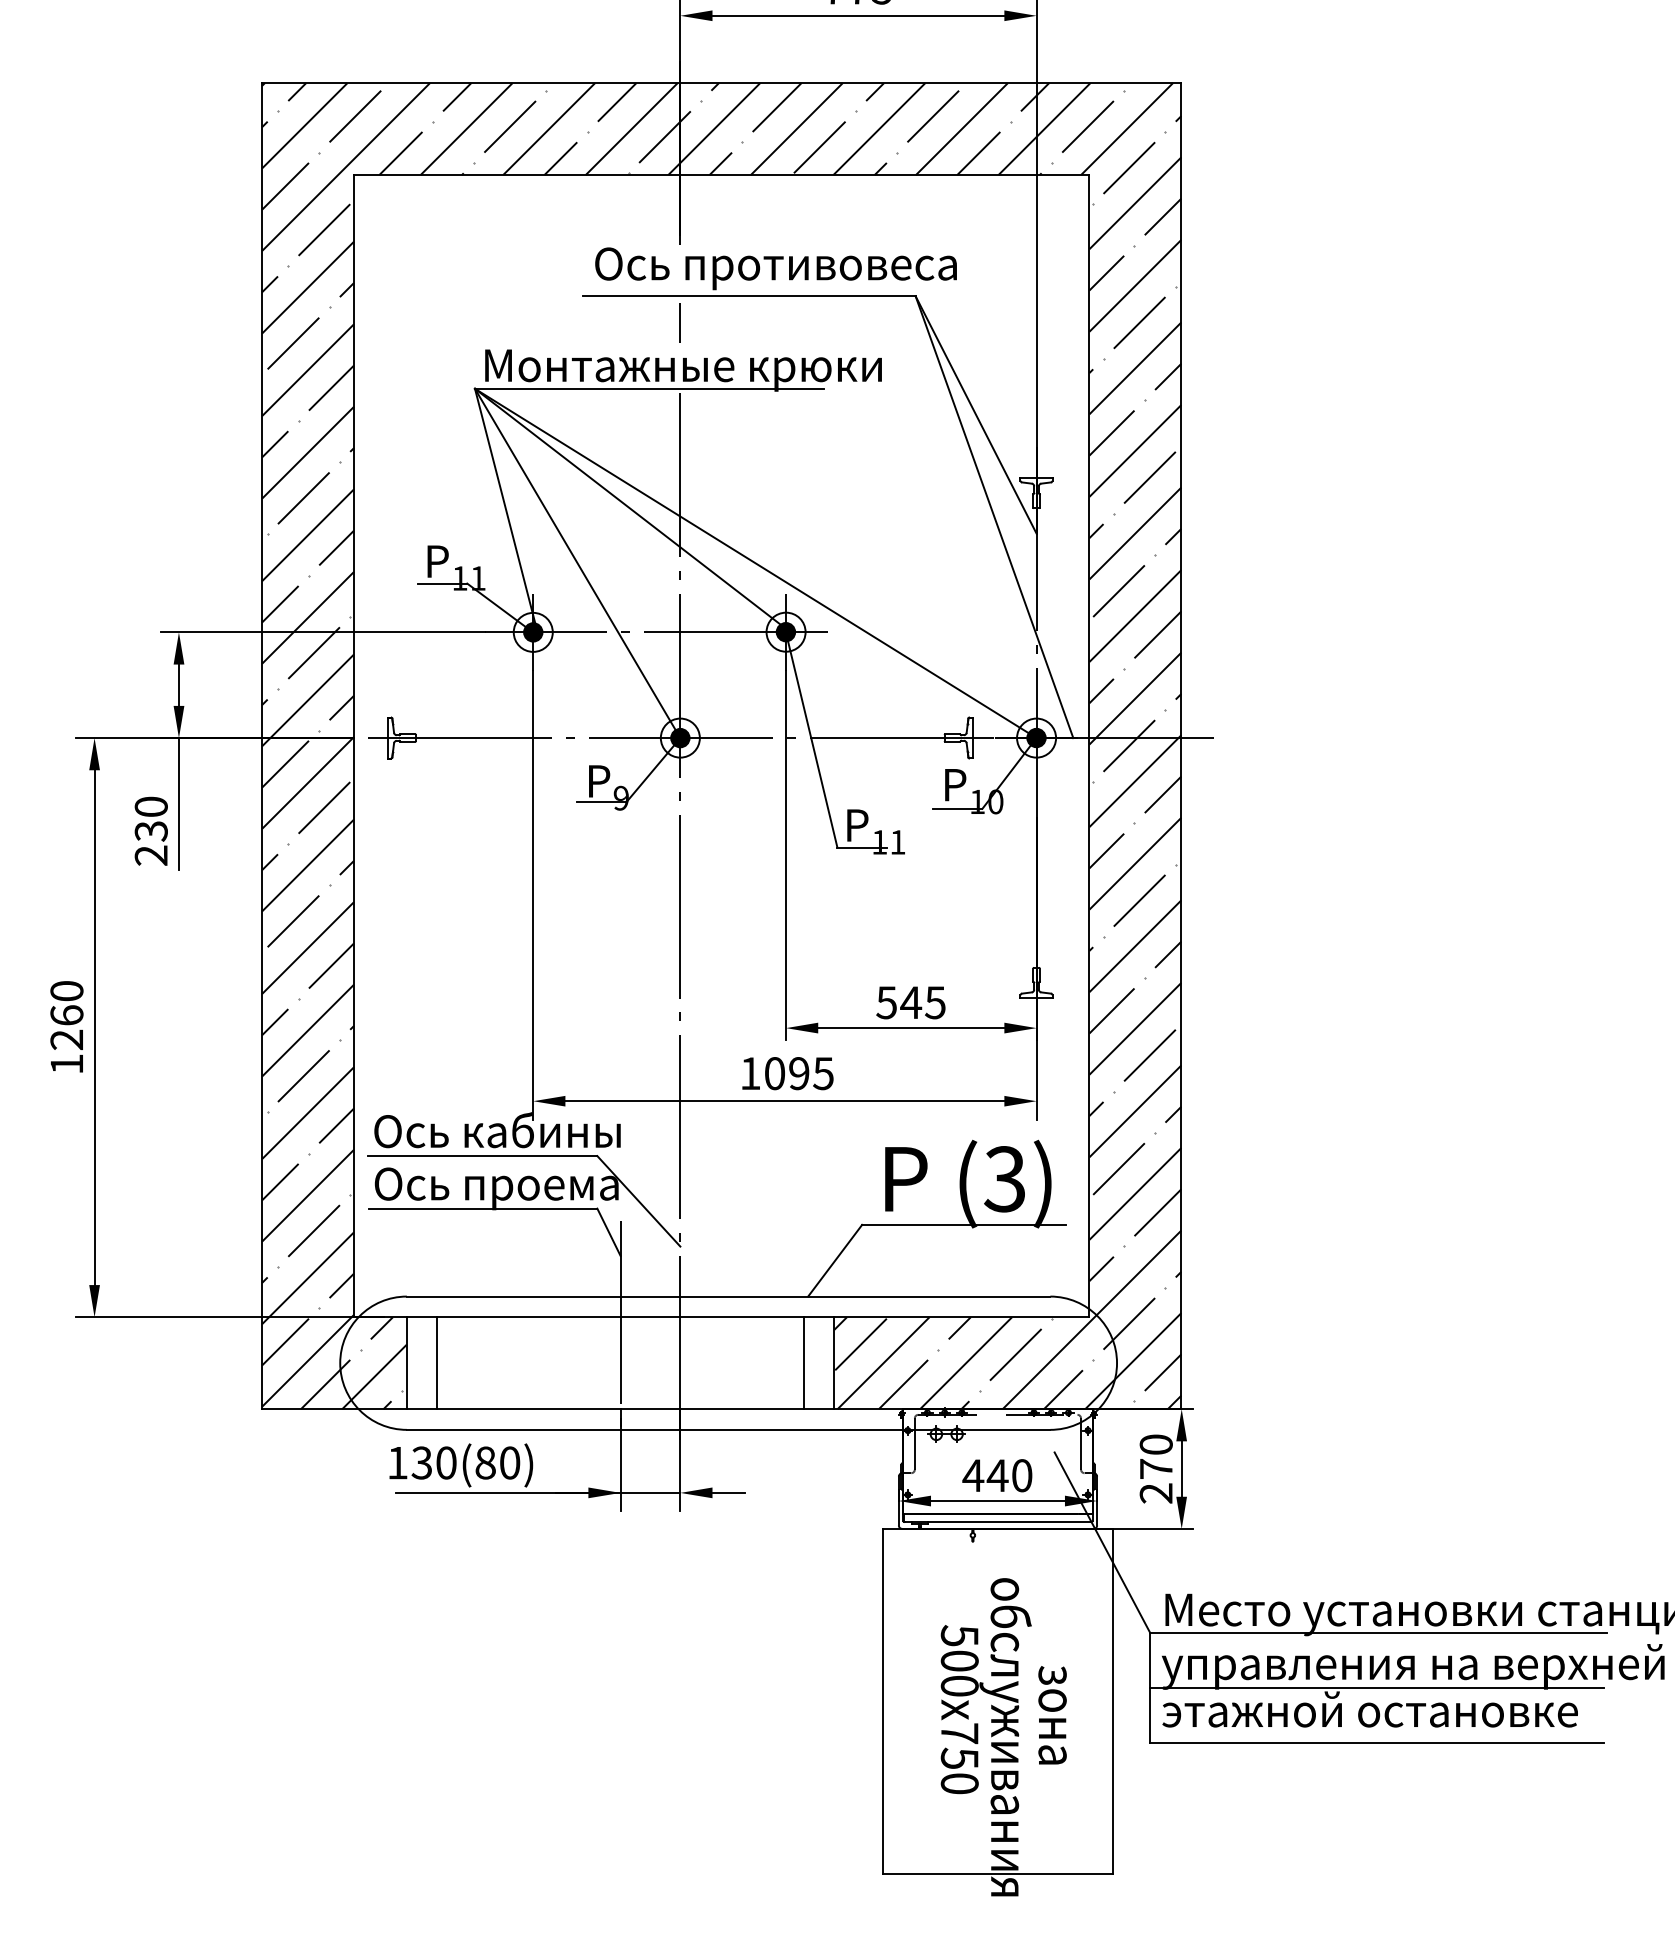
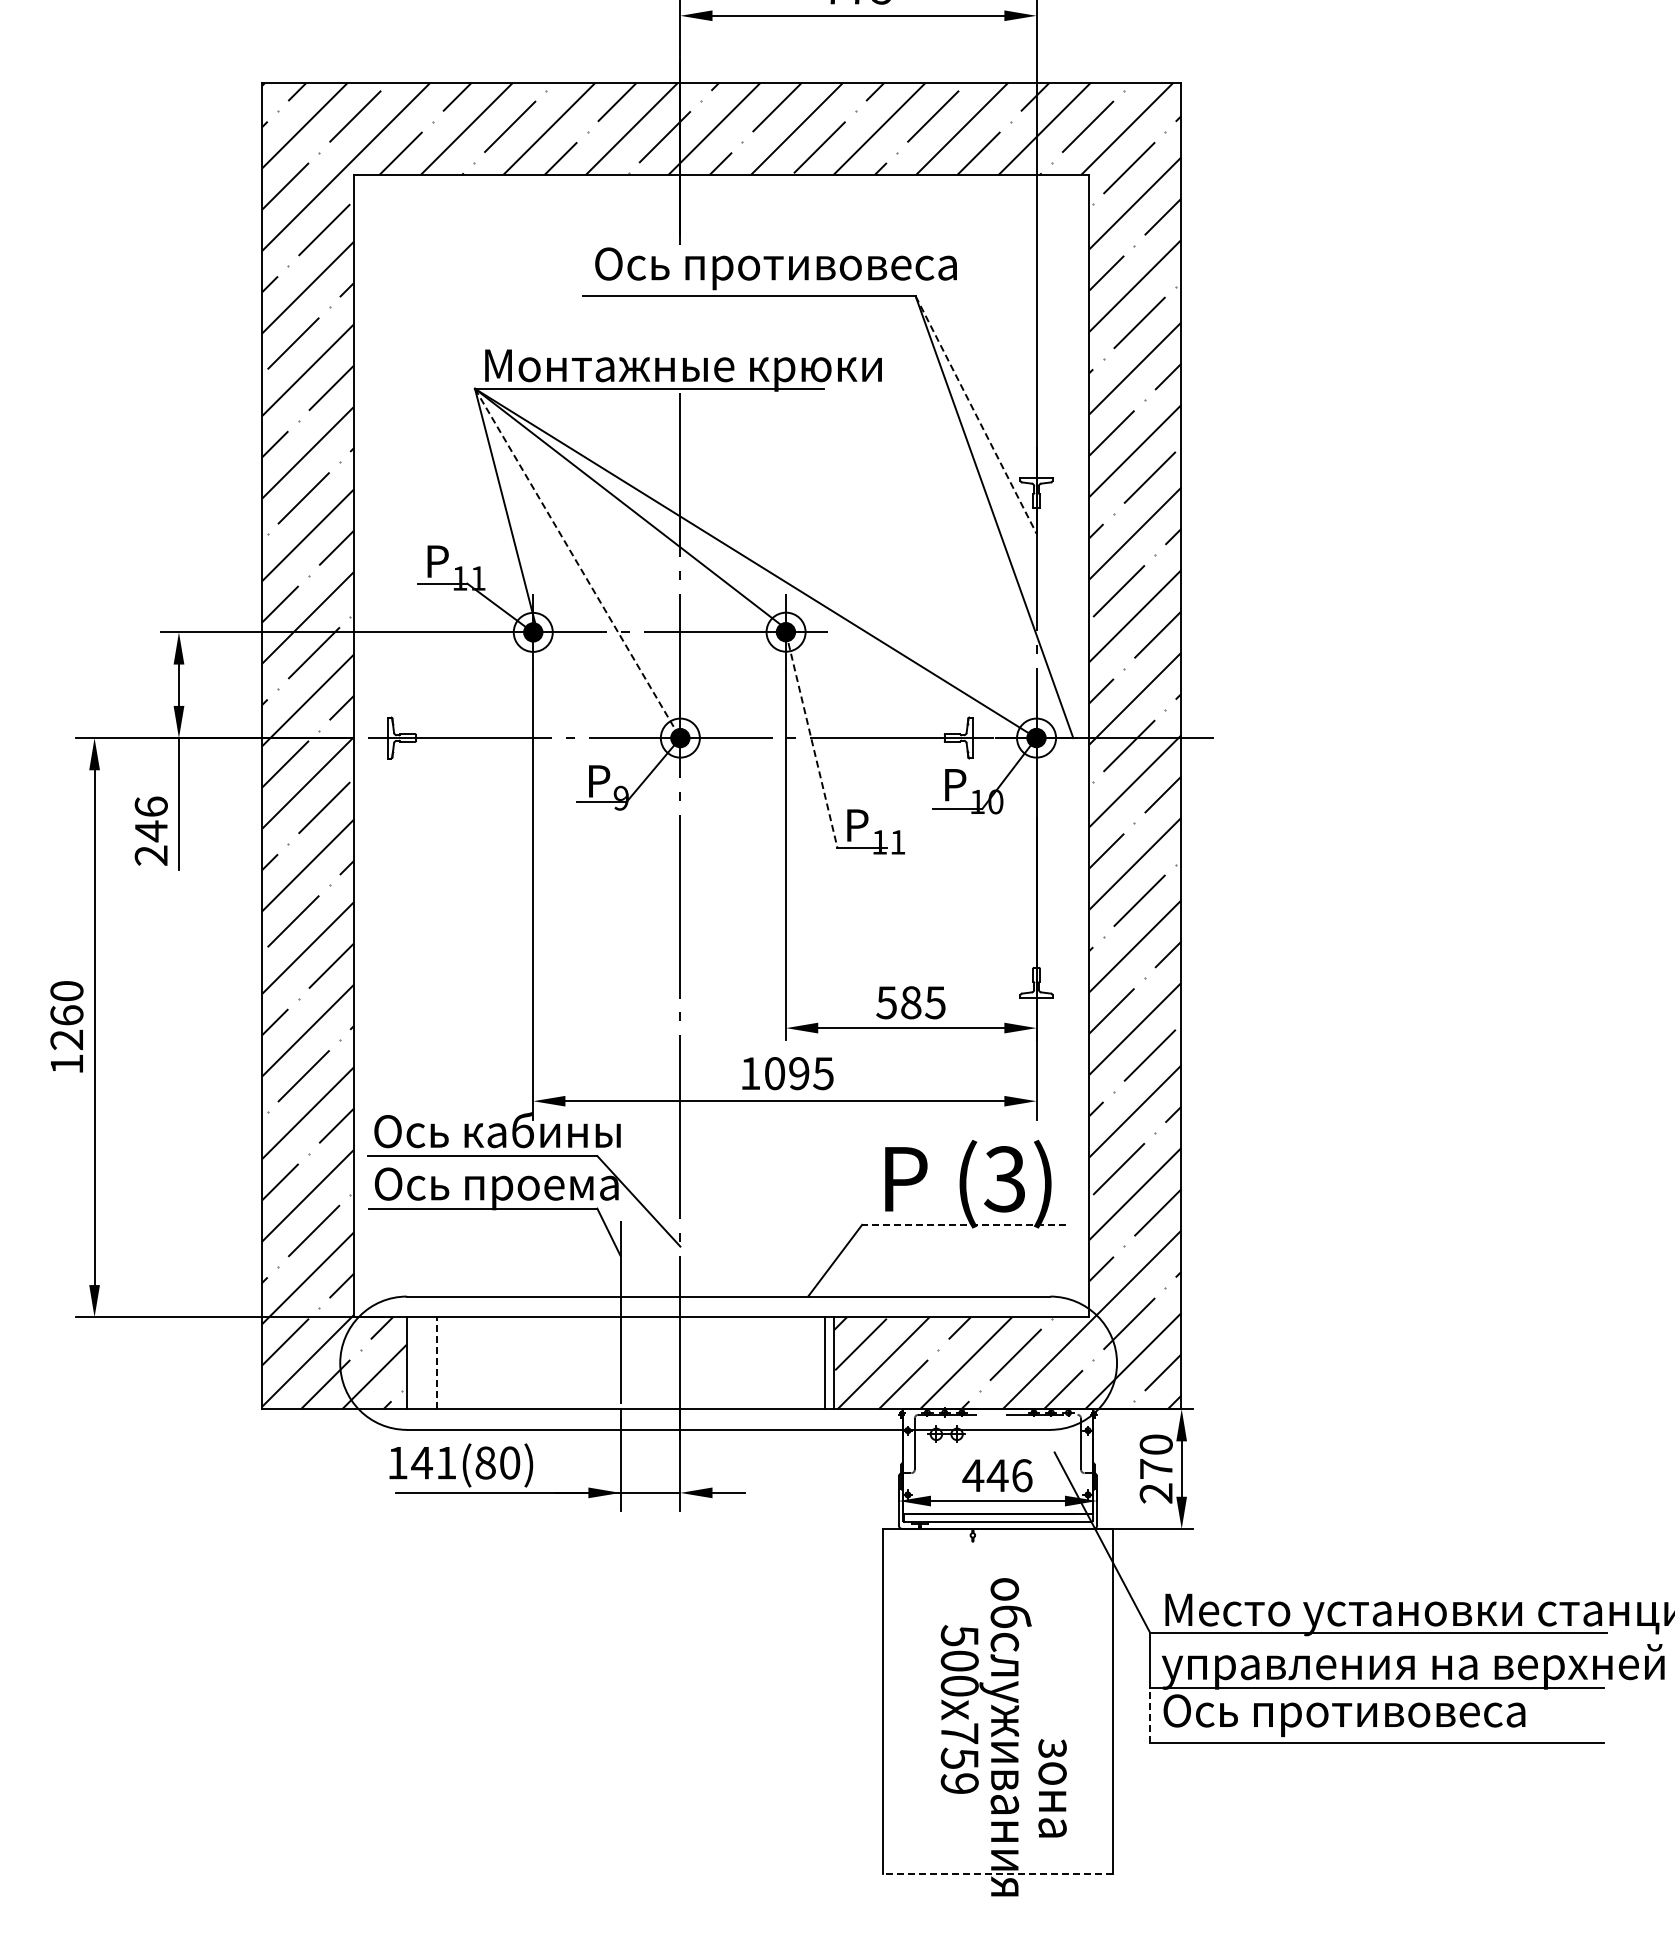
line at (680, 323): present -> none
line at (976, 415): solid -> dashed
line at (577, 563): solid -> dashed
line at (811, 740): solid -> dashed
text at (150, 819): 230 -> 246
text at (911, 1002): 545 -> 585
line at (963, 1224): solid -> dashed
line at (436, 1363): solid -> dashed
line at (804, 1363) position: (804, 1363) -> (825, 1363)
text at (433, 1462): 130(80) -> 141(80)
text at (1022, 1475): 440 -> 446
text at (1369, 1714): этажной остановке -> Ось противовеса
text at (1052, 1715) position: (1052, 1715) -> (1052, 1788)
line at (1150, 1715): solid -> dashed
text at (959, 1783): 500x750 -> 500x759
line at (997, 1873): solid -> dashed
